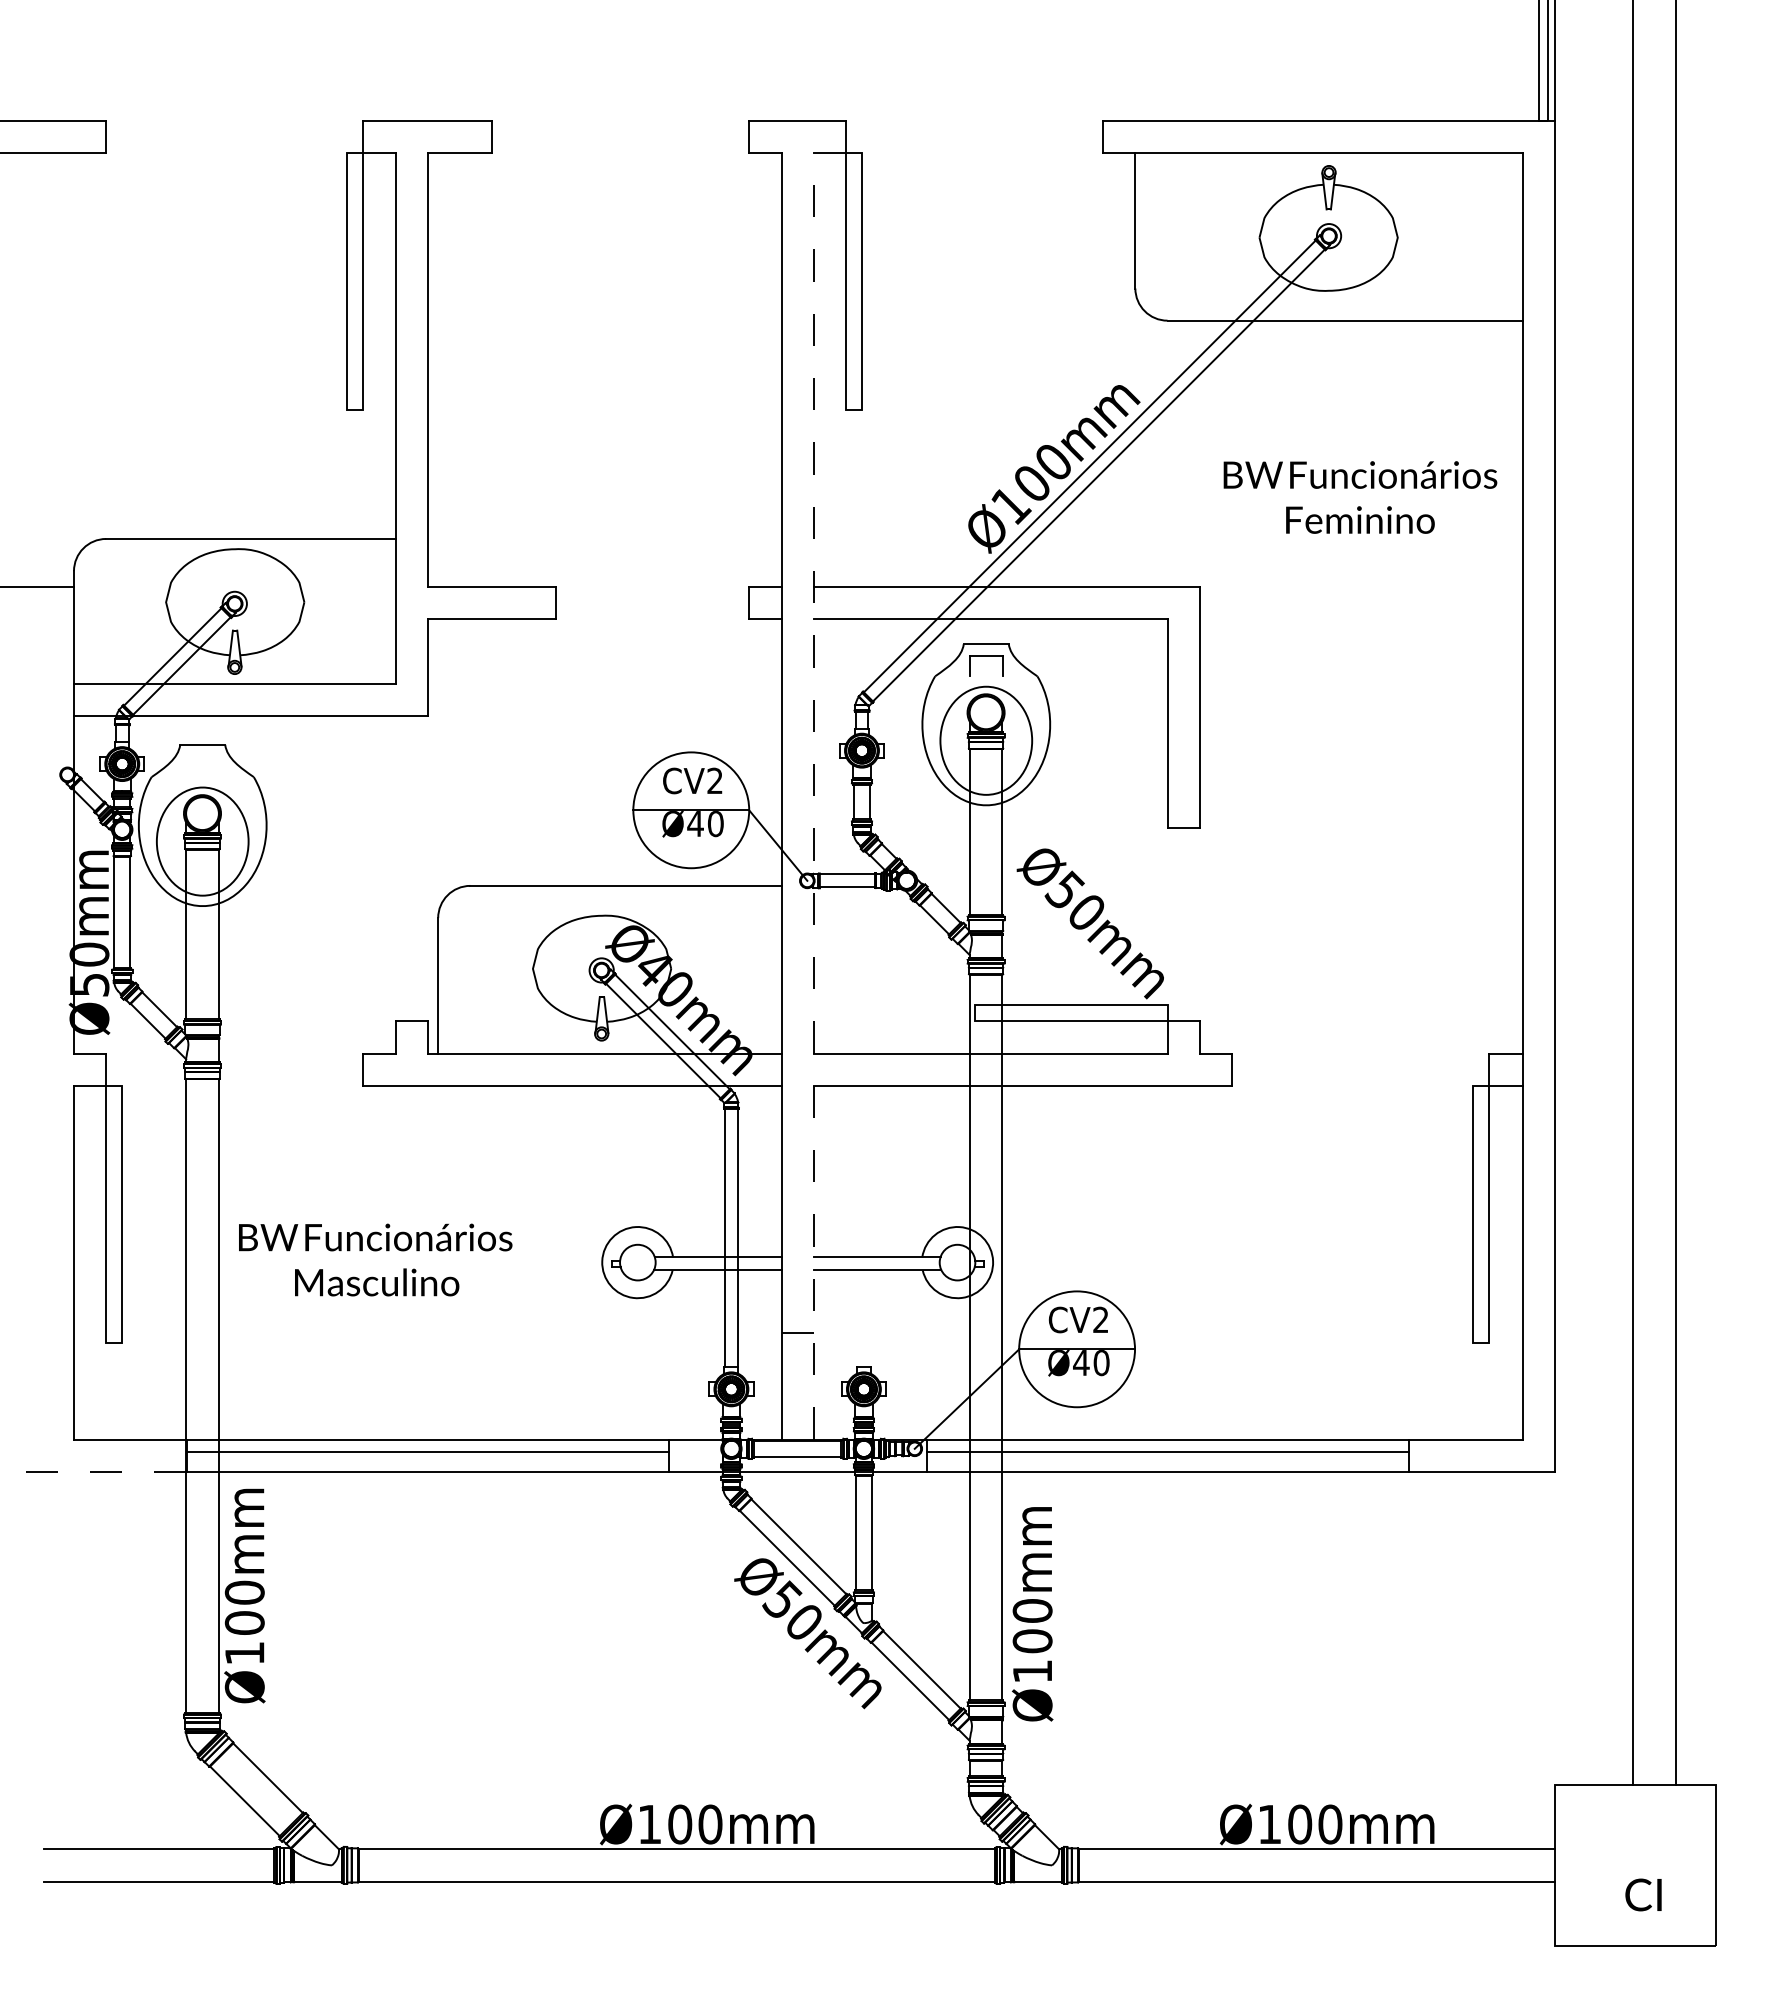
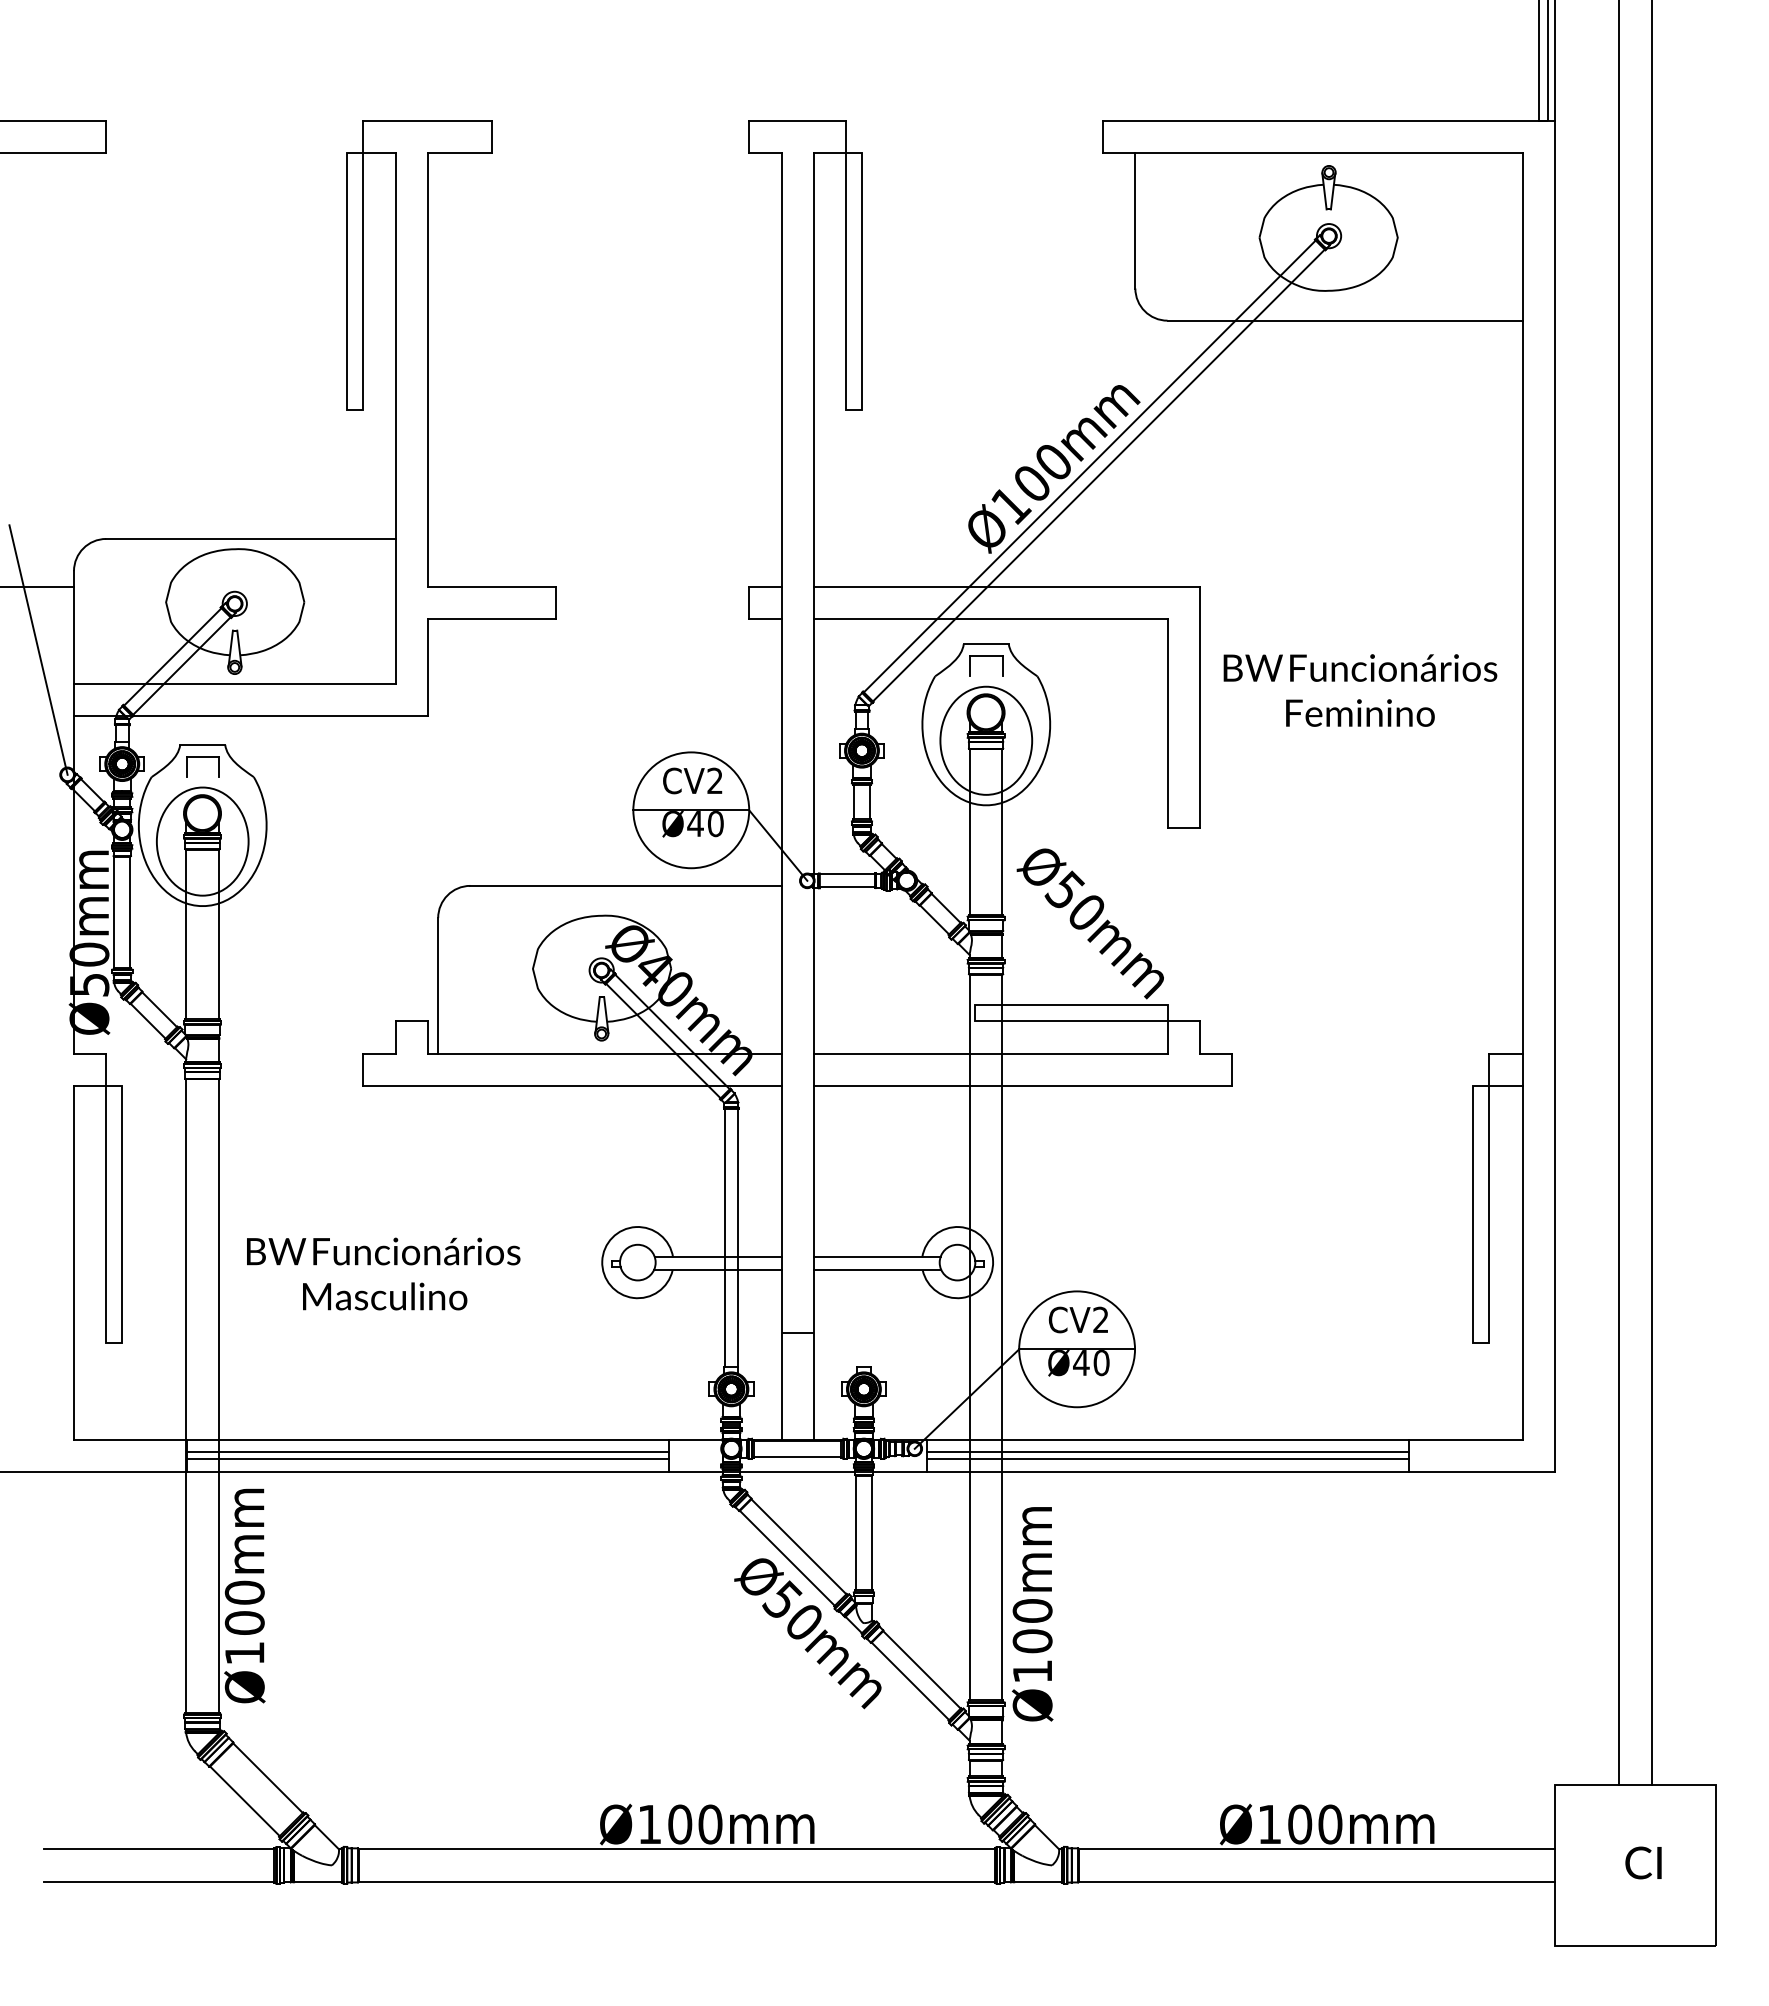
text at (1360, 497) position: (1360, 497) -> (1360, 690)
line at (38, 649): none -> present
part at (202, 757): none -> present
line at (813, 795): dashed -> solid
line at (1633, 893) position: (1633, 893) -> (1619, 893)
line at (1675, 893) position: (1675, 893) -> (1651, 893)
text at (375, 1259) position: (375, 1259) -> (383, 1273)
line at (427, 1458): none -> present
line at (1168, 1458): none -> present
line at (92, 1471): dashed -> solid
text at (1643, 1894) position: (1643, 1894) -> (1643, 1862)
